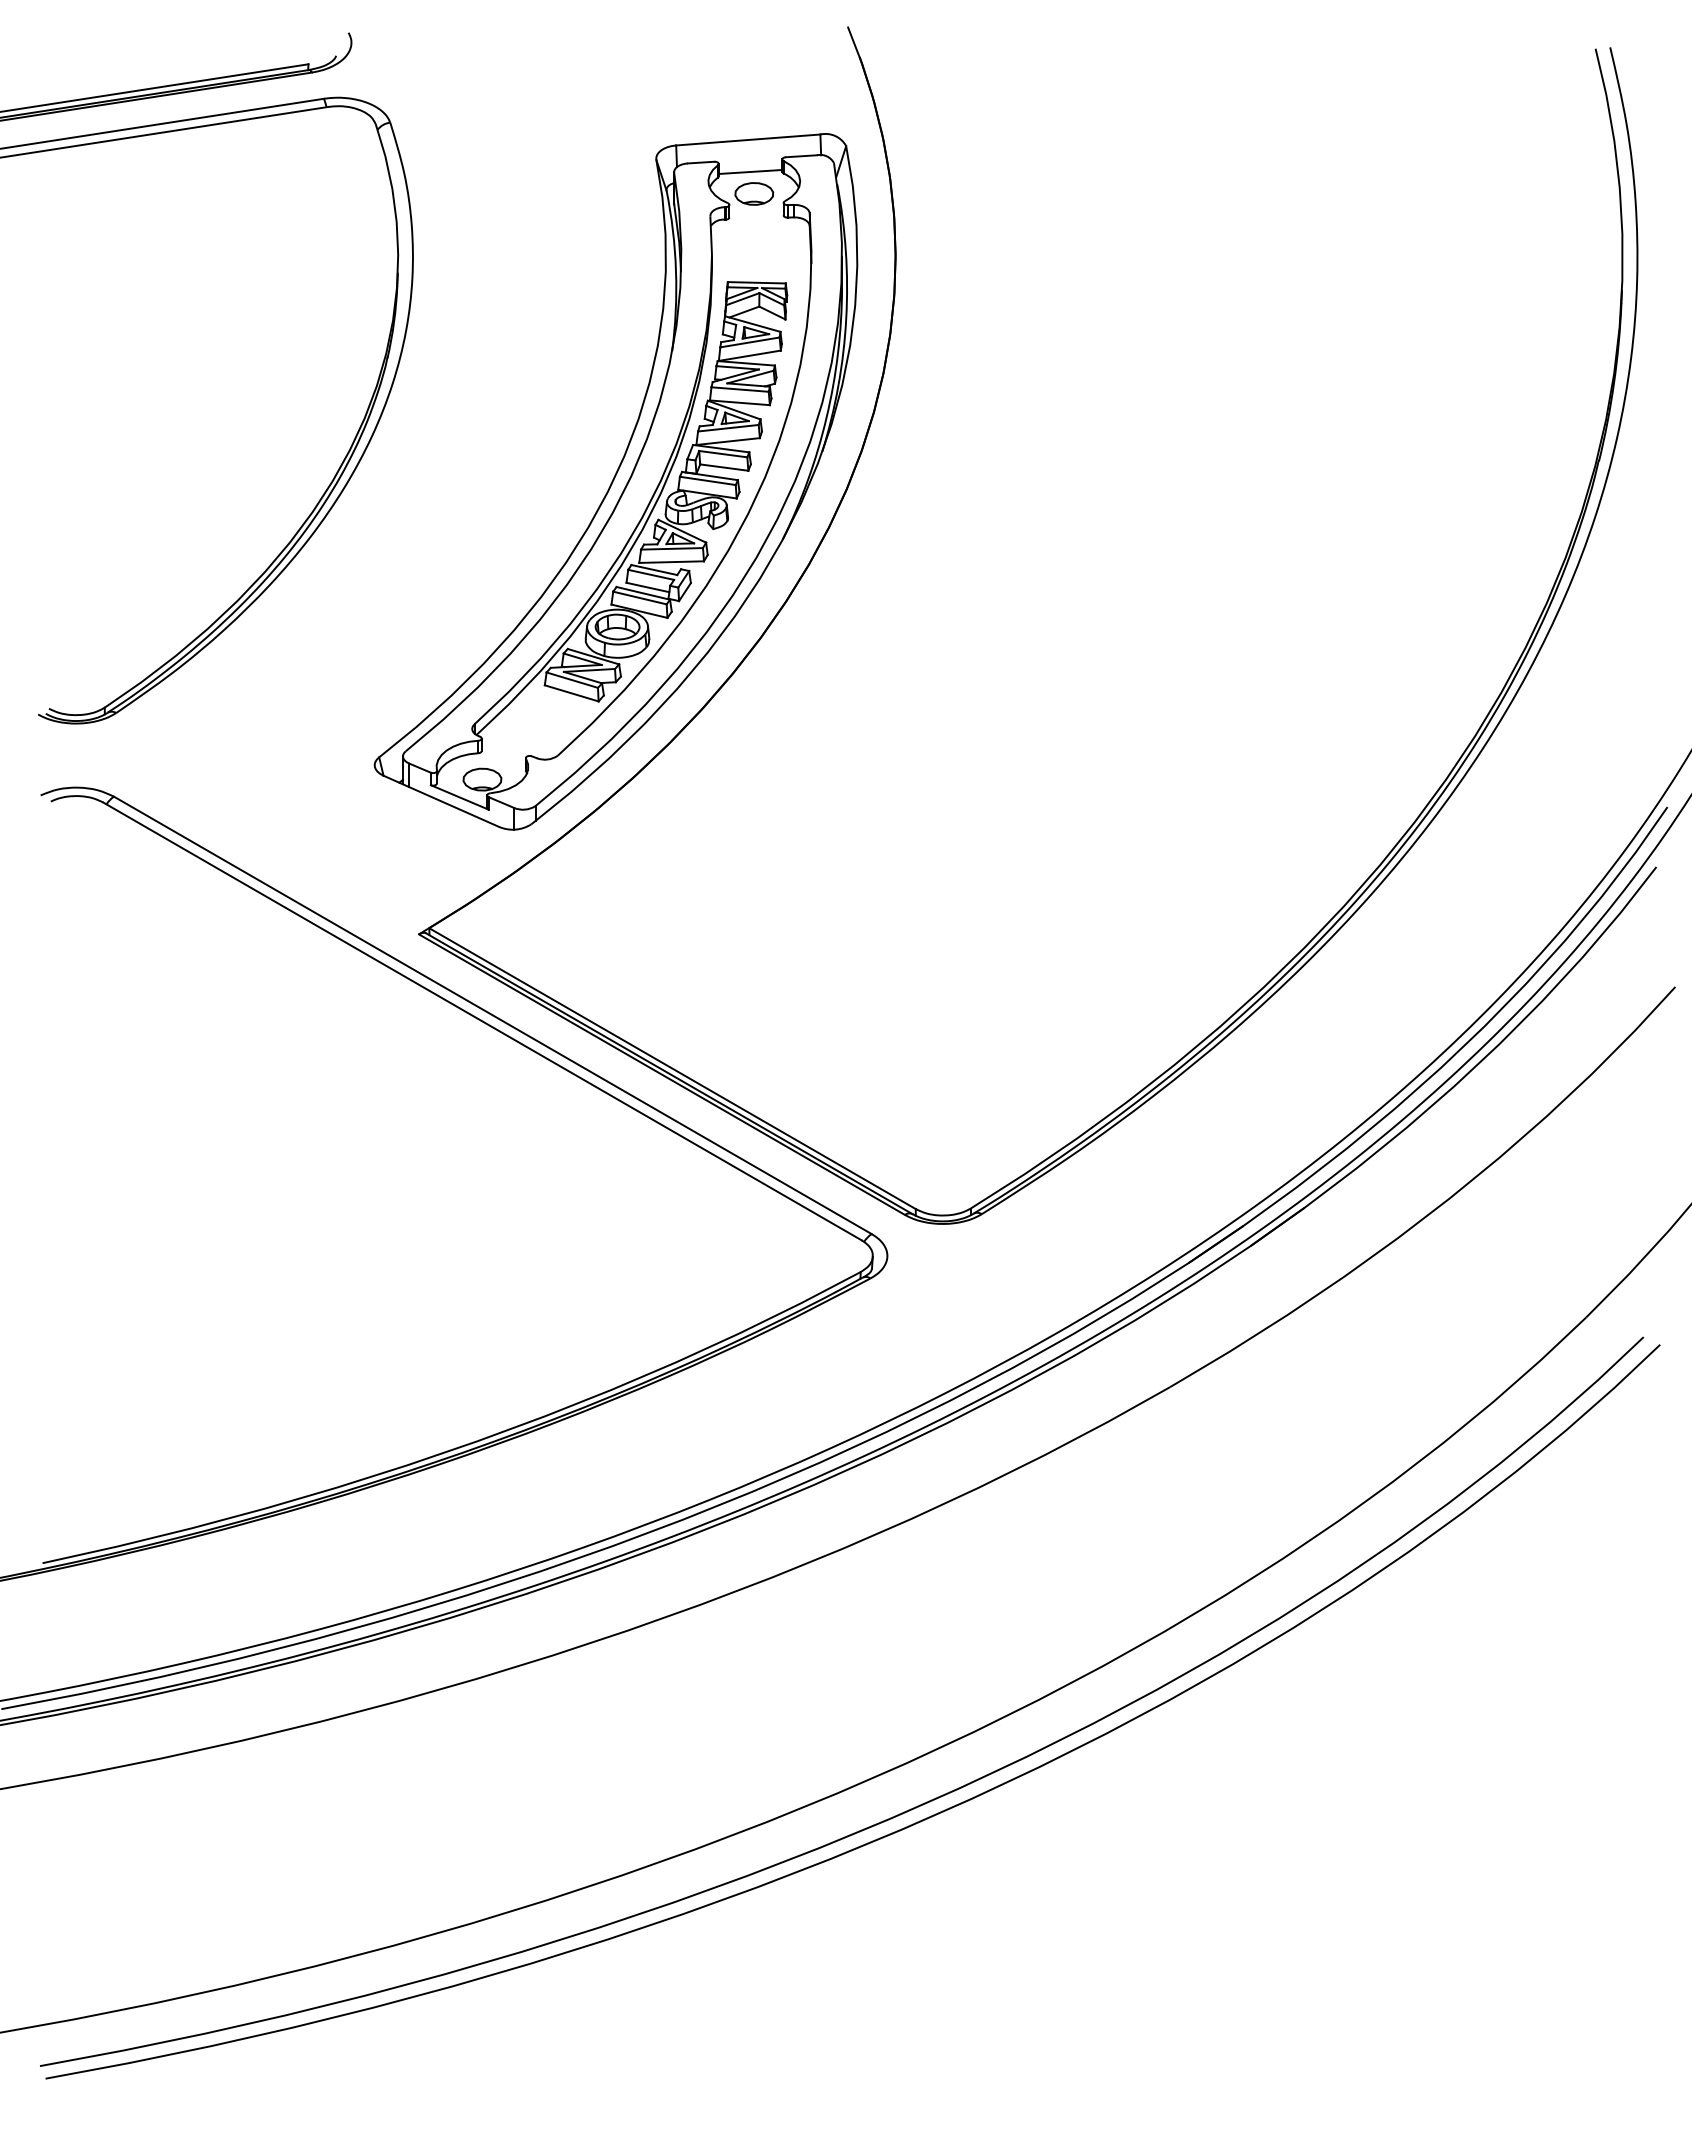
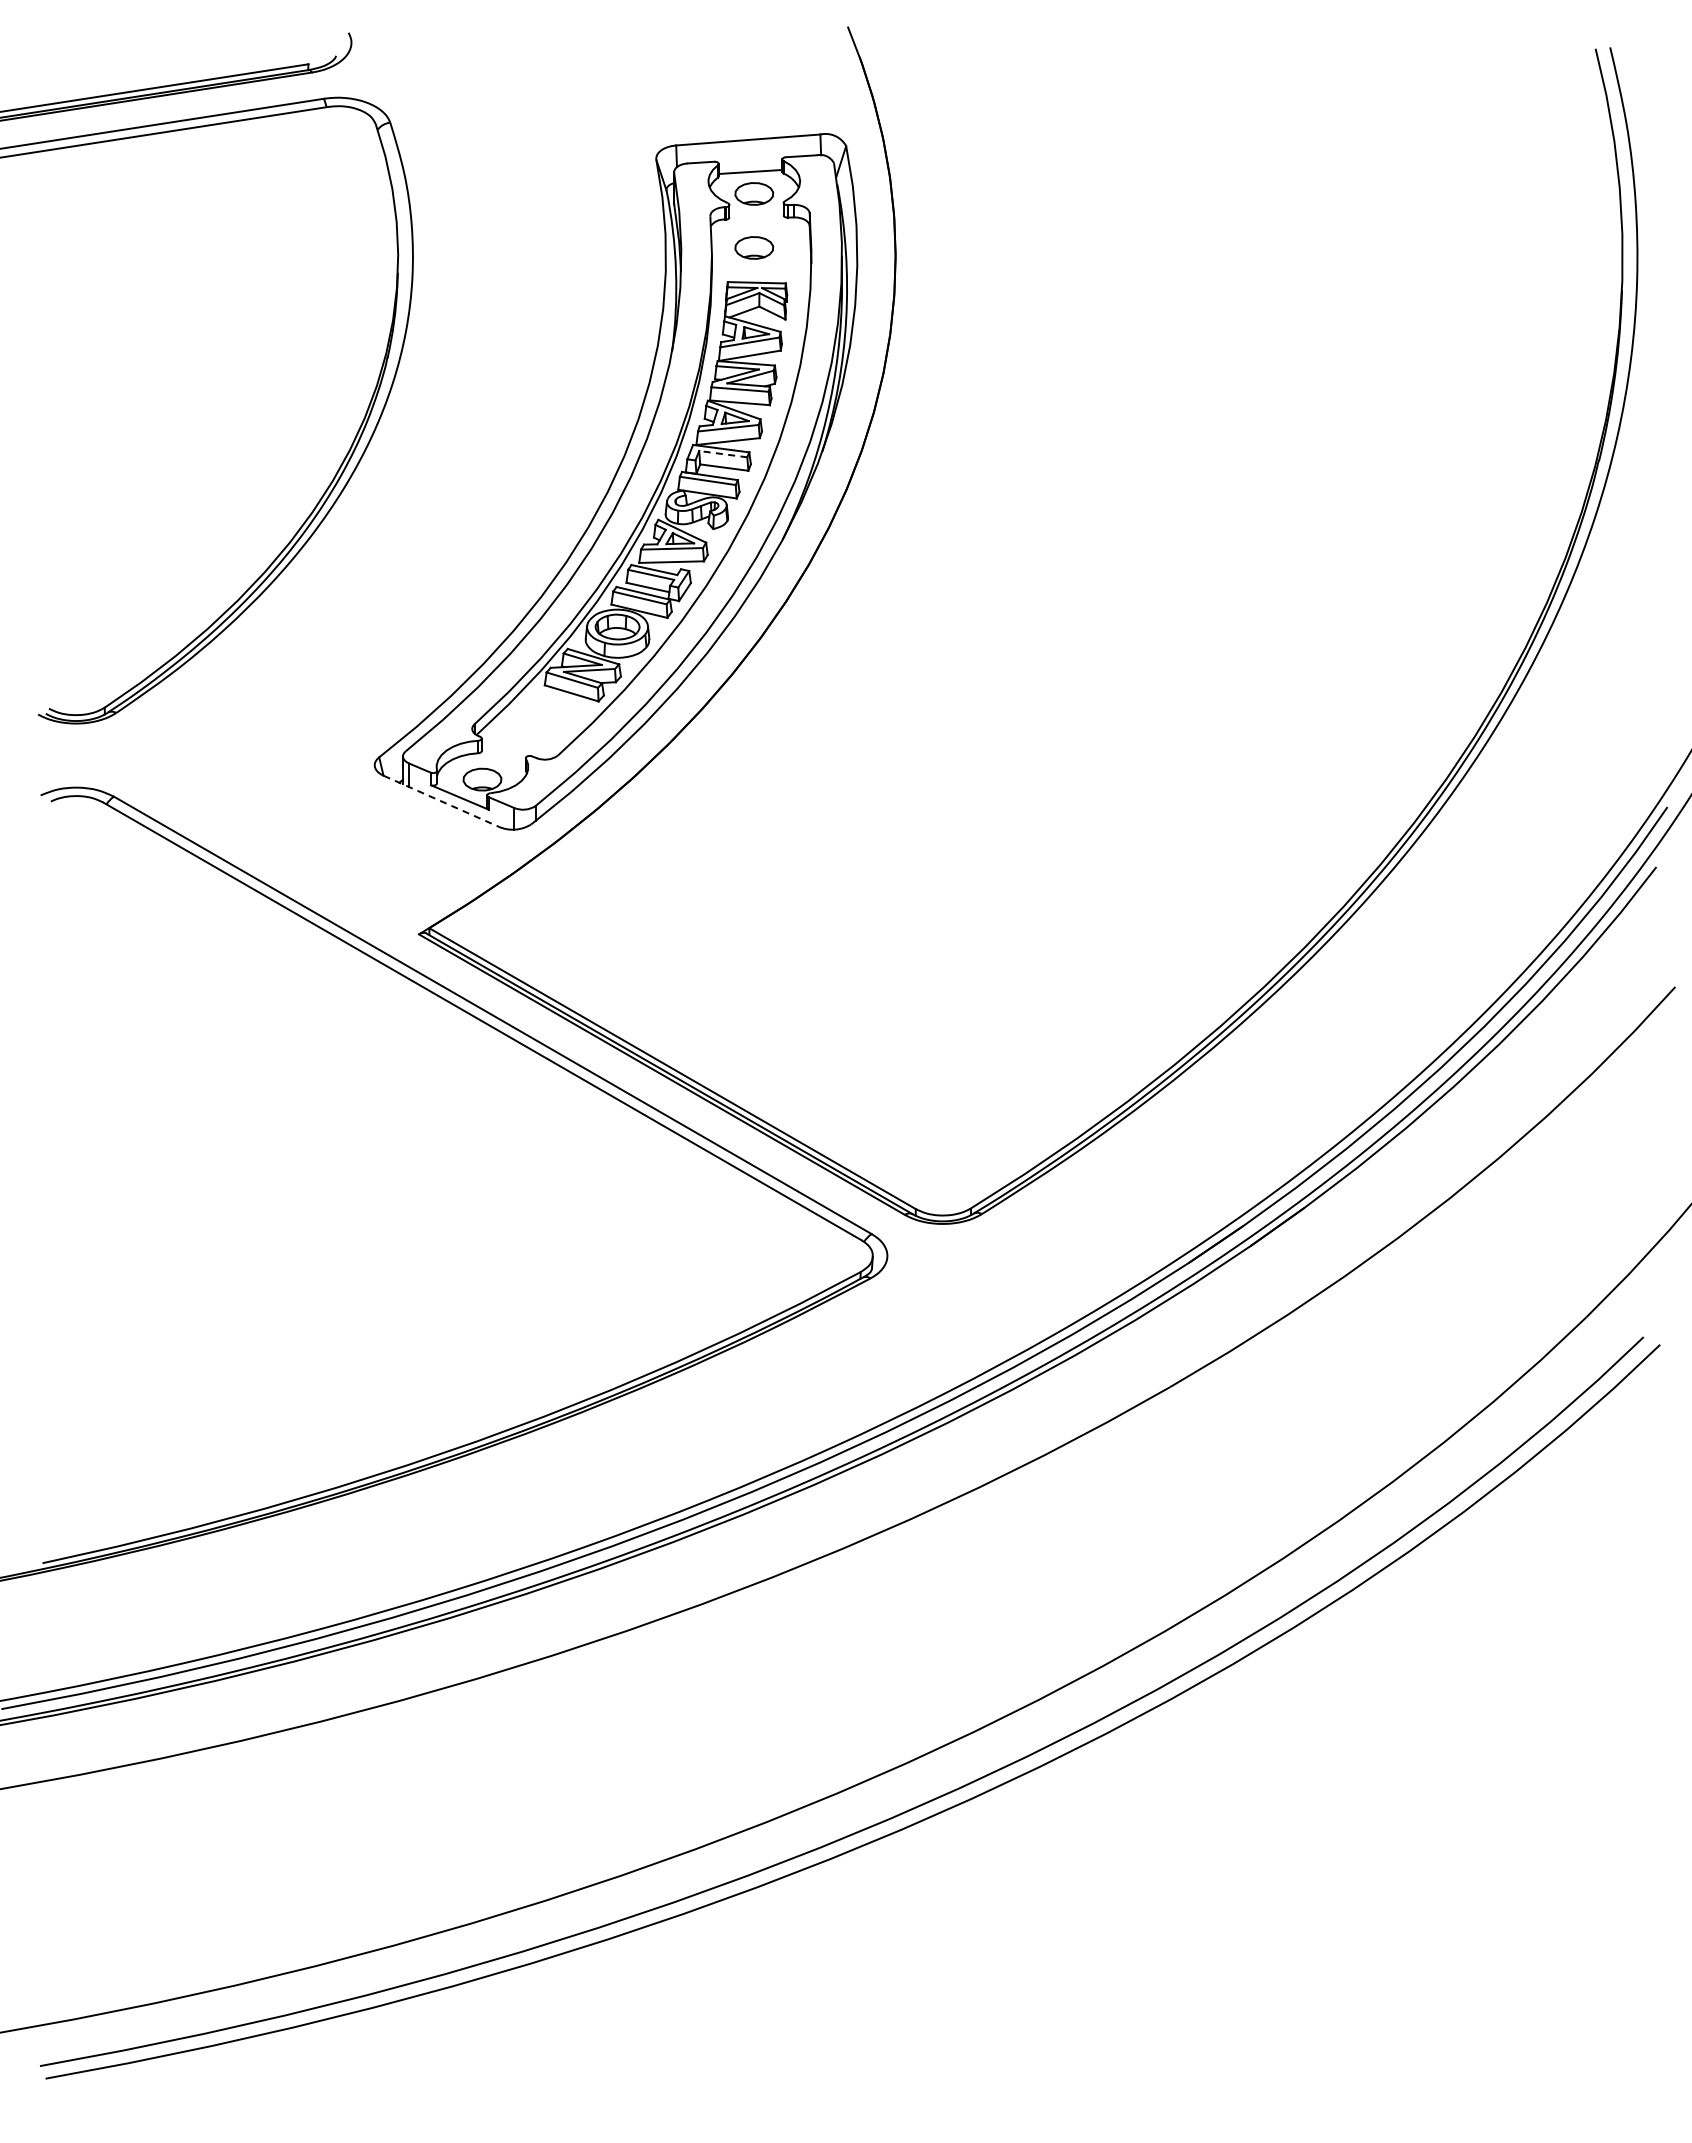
part at (754, 247): none -> present
line at (722, 454): solid -> dashed
line at (441, 801): solid -> dashed
